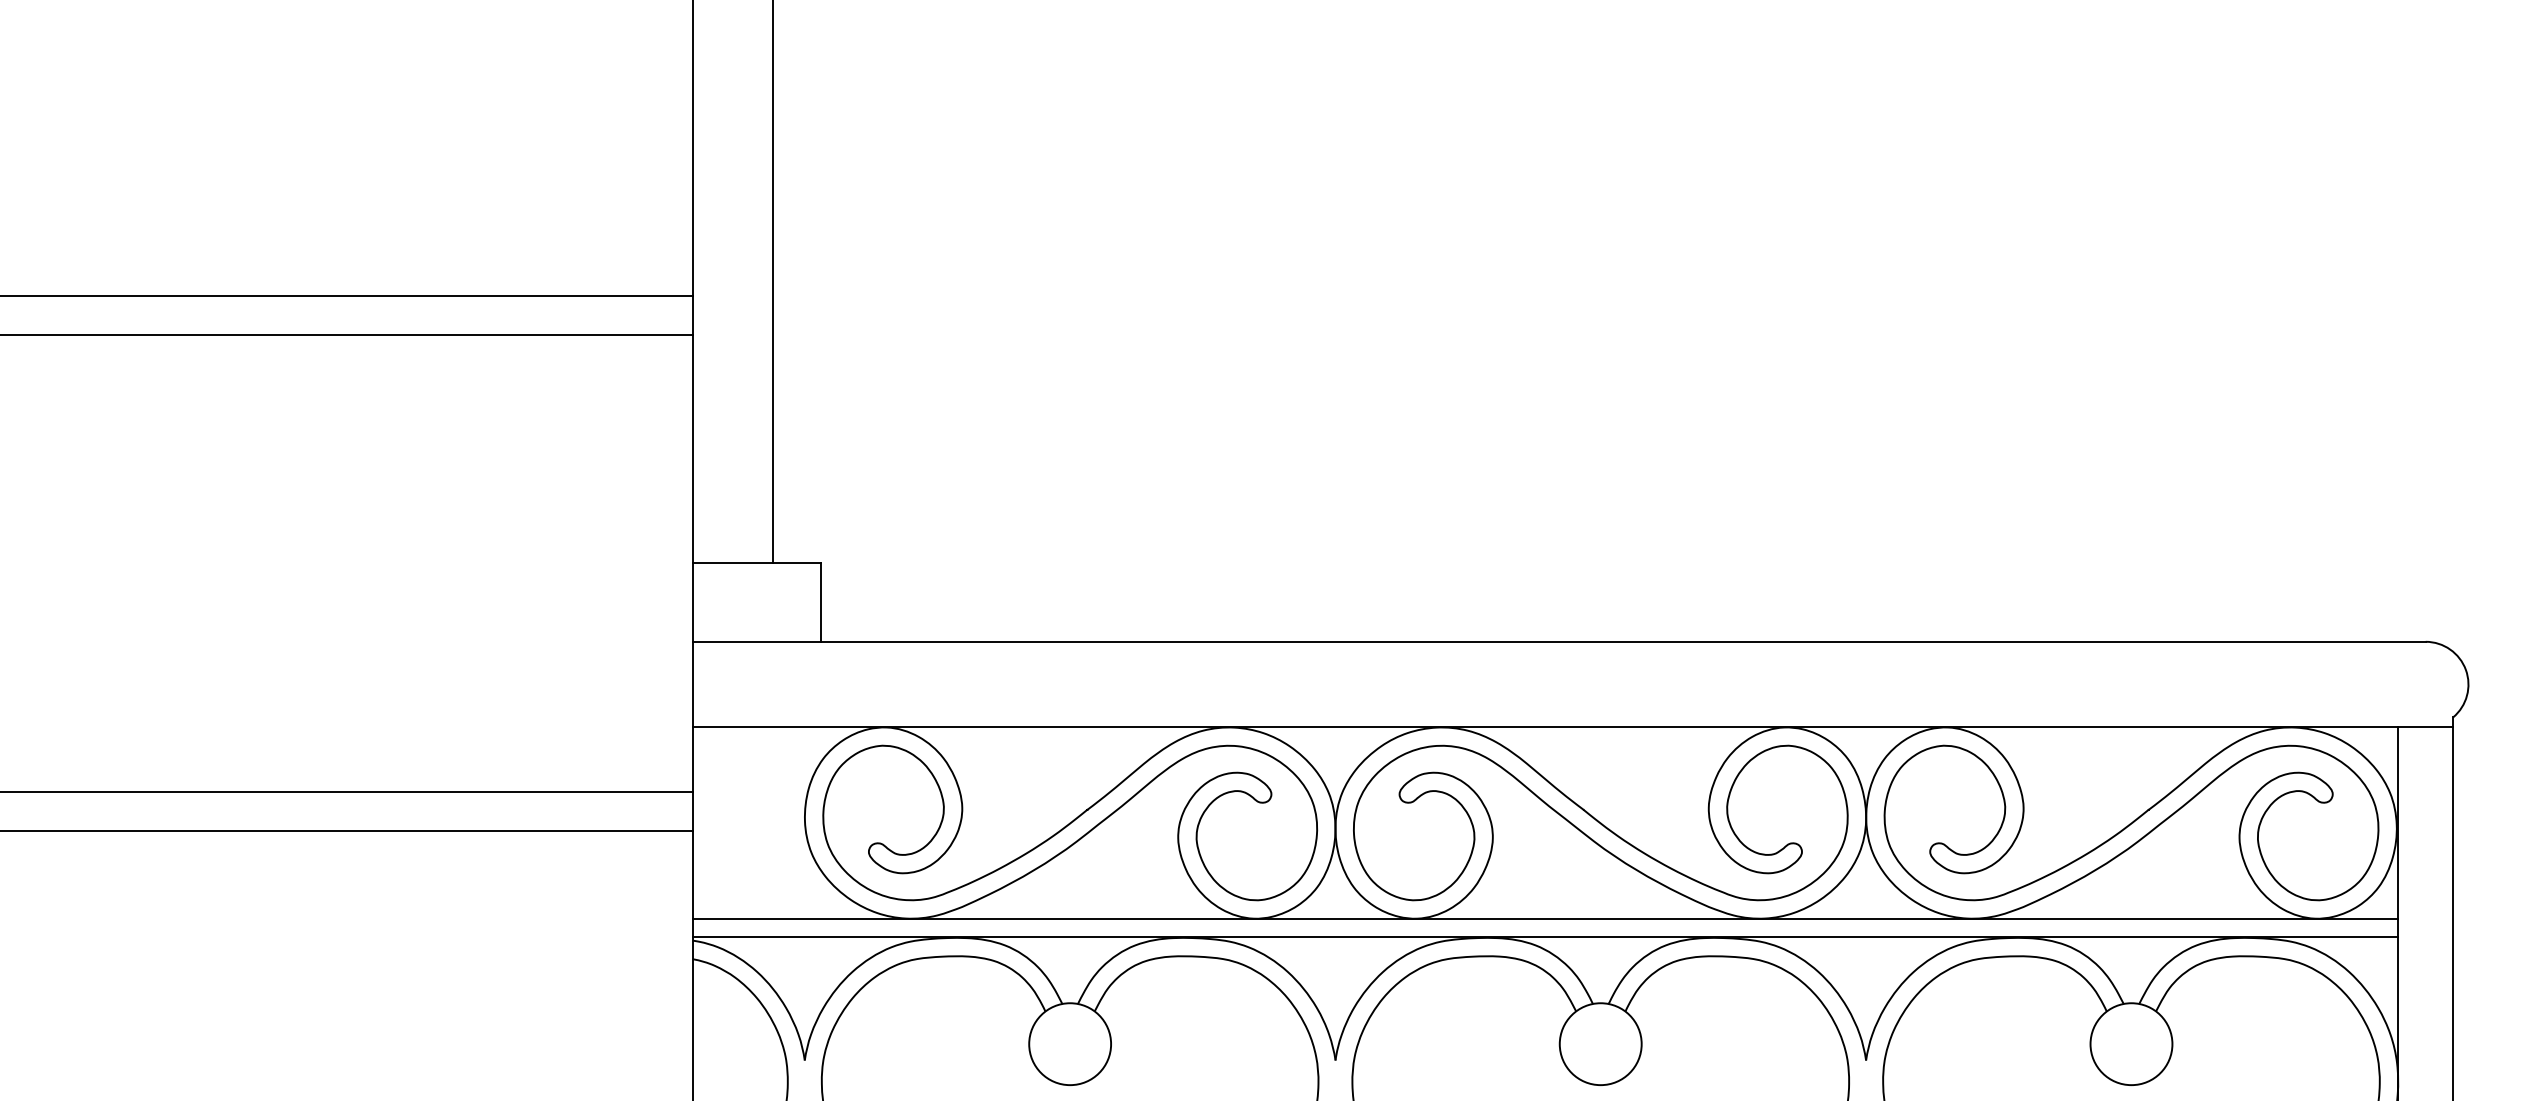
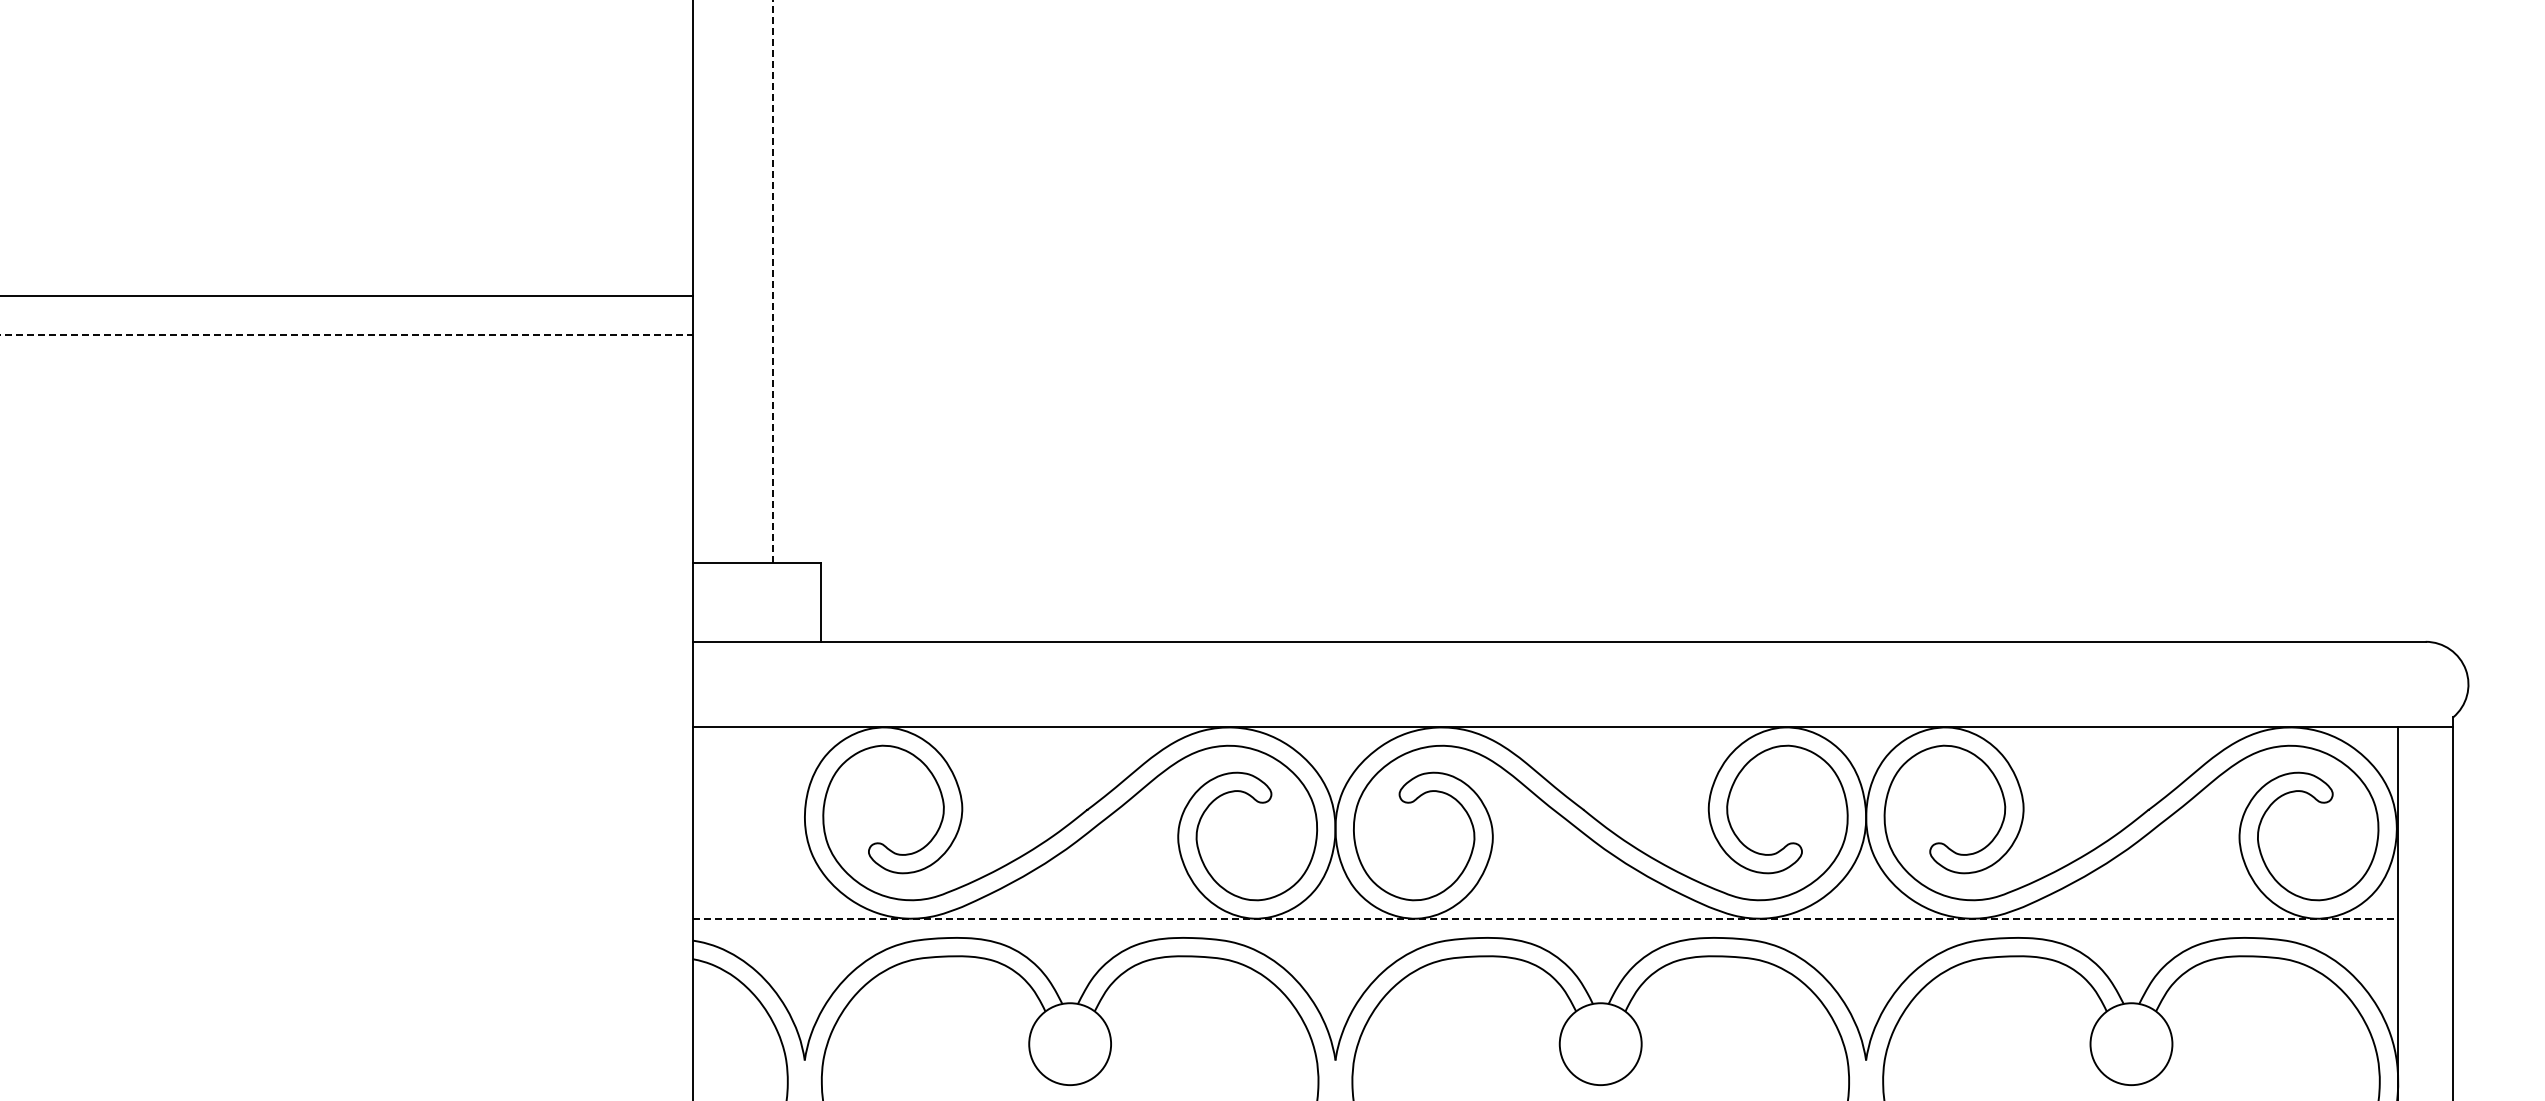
line at (773, 281): solid -> dashed
line at (346, 334): solid -> dashed
line at (347, 791): present -> none
line at (347, 830): present -> none
line at (1545, 918): solid -> dashed
line at (1545, 937): present -> none
